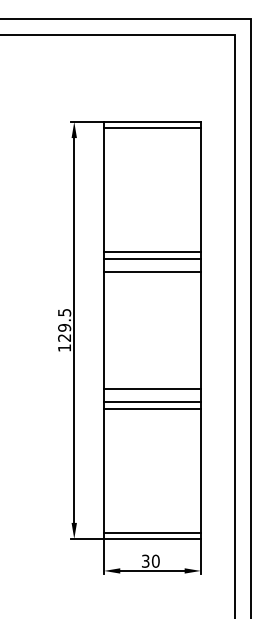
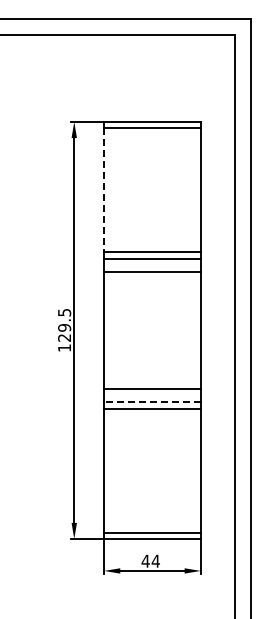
line at (104, 190): solid -> dashed
line at (151, 402): solid -> dashed
text at (150, 560): 30 -> 44
